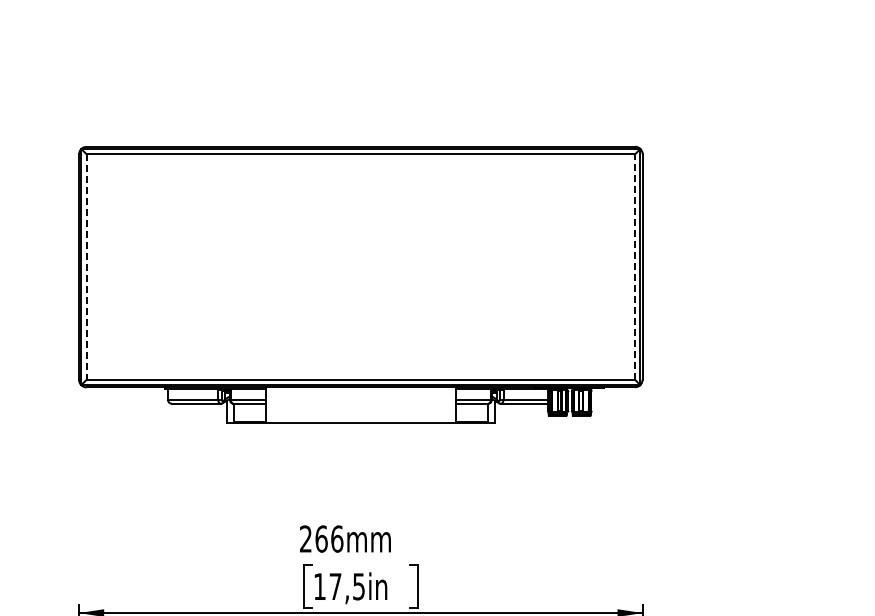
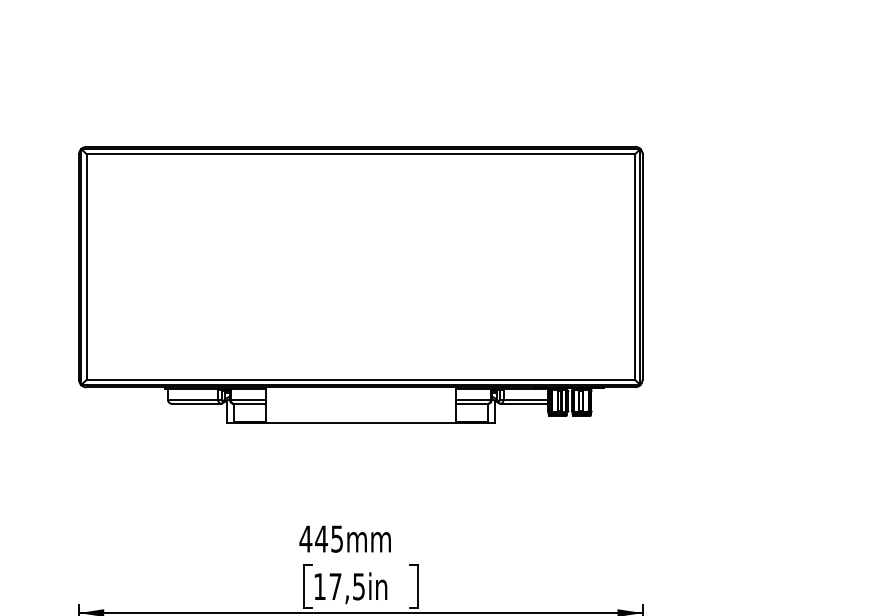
line at (86, 267): dashed -> solid
line at (635, 267): dashed -> solid
text at (321, 538): 266mm -> 445mm
